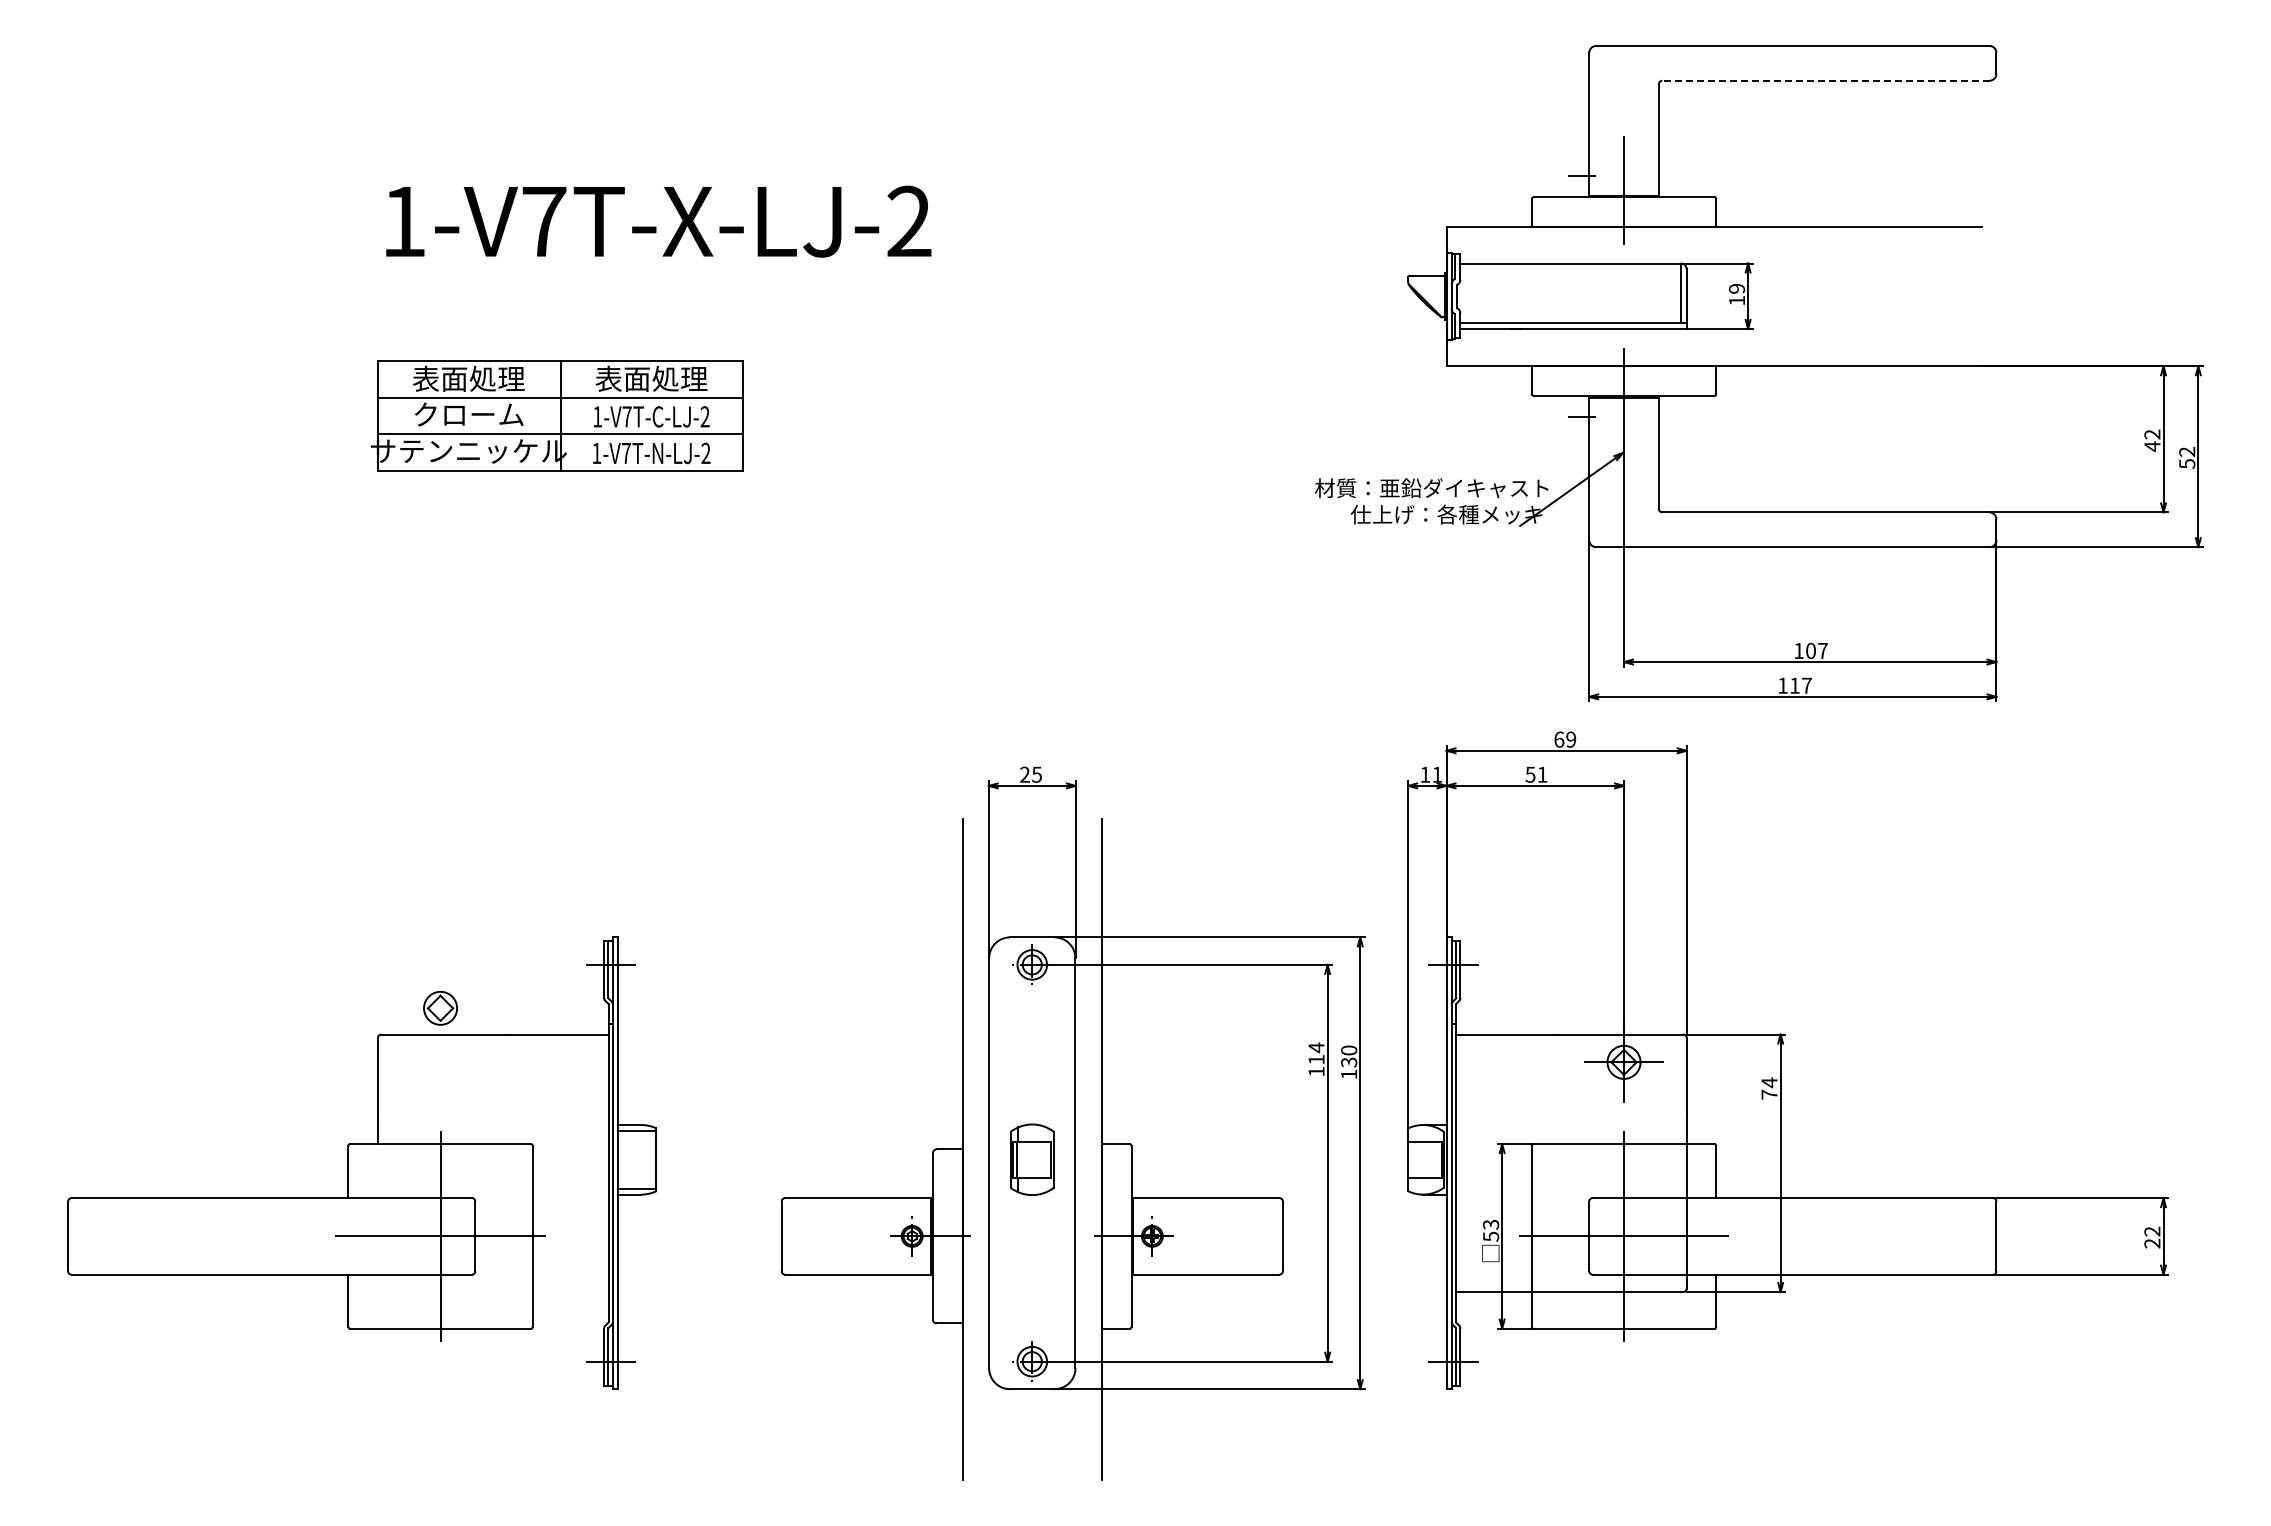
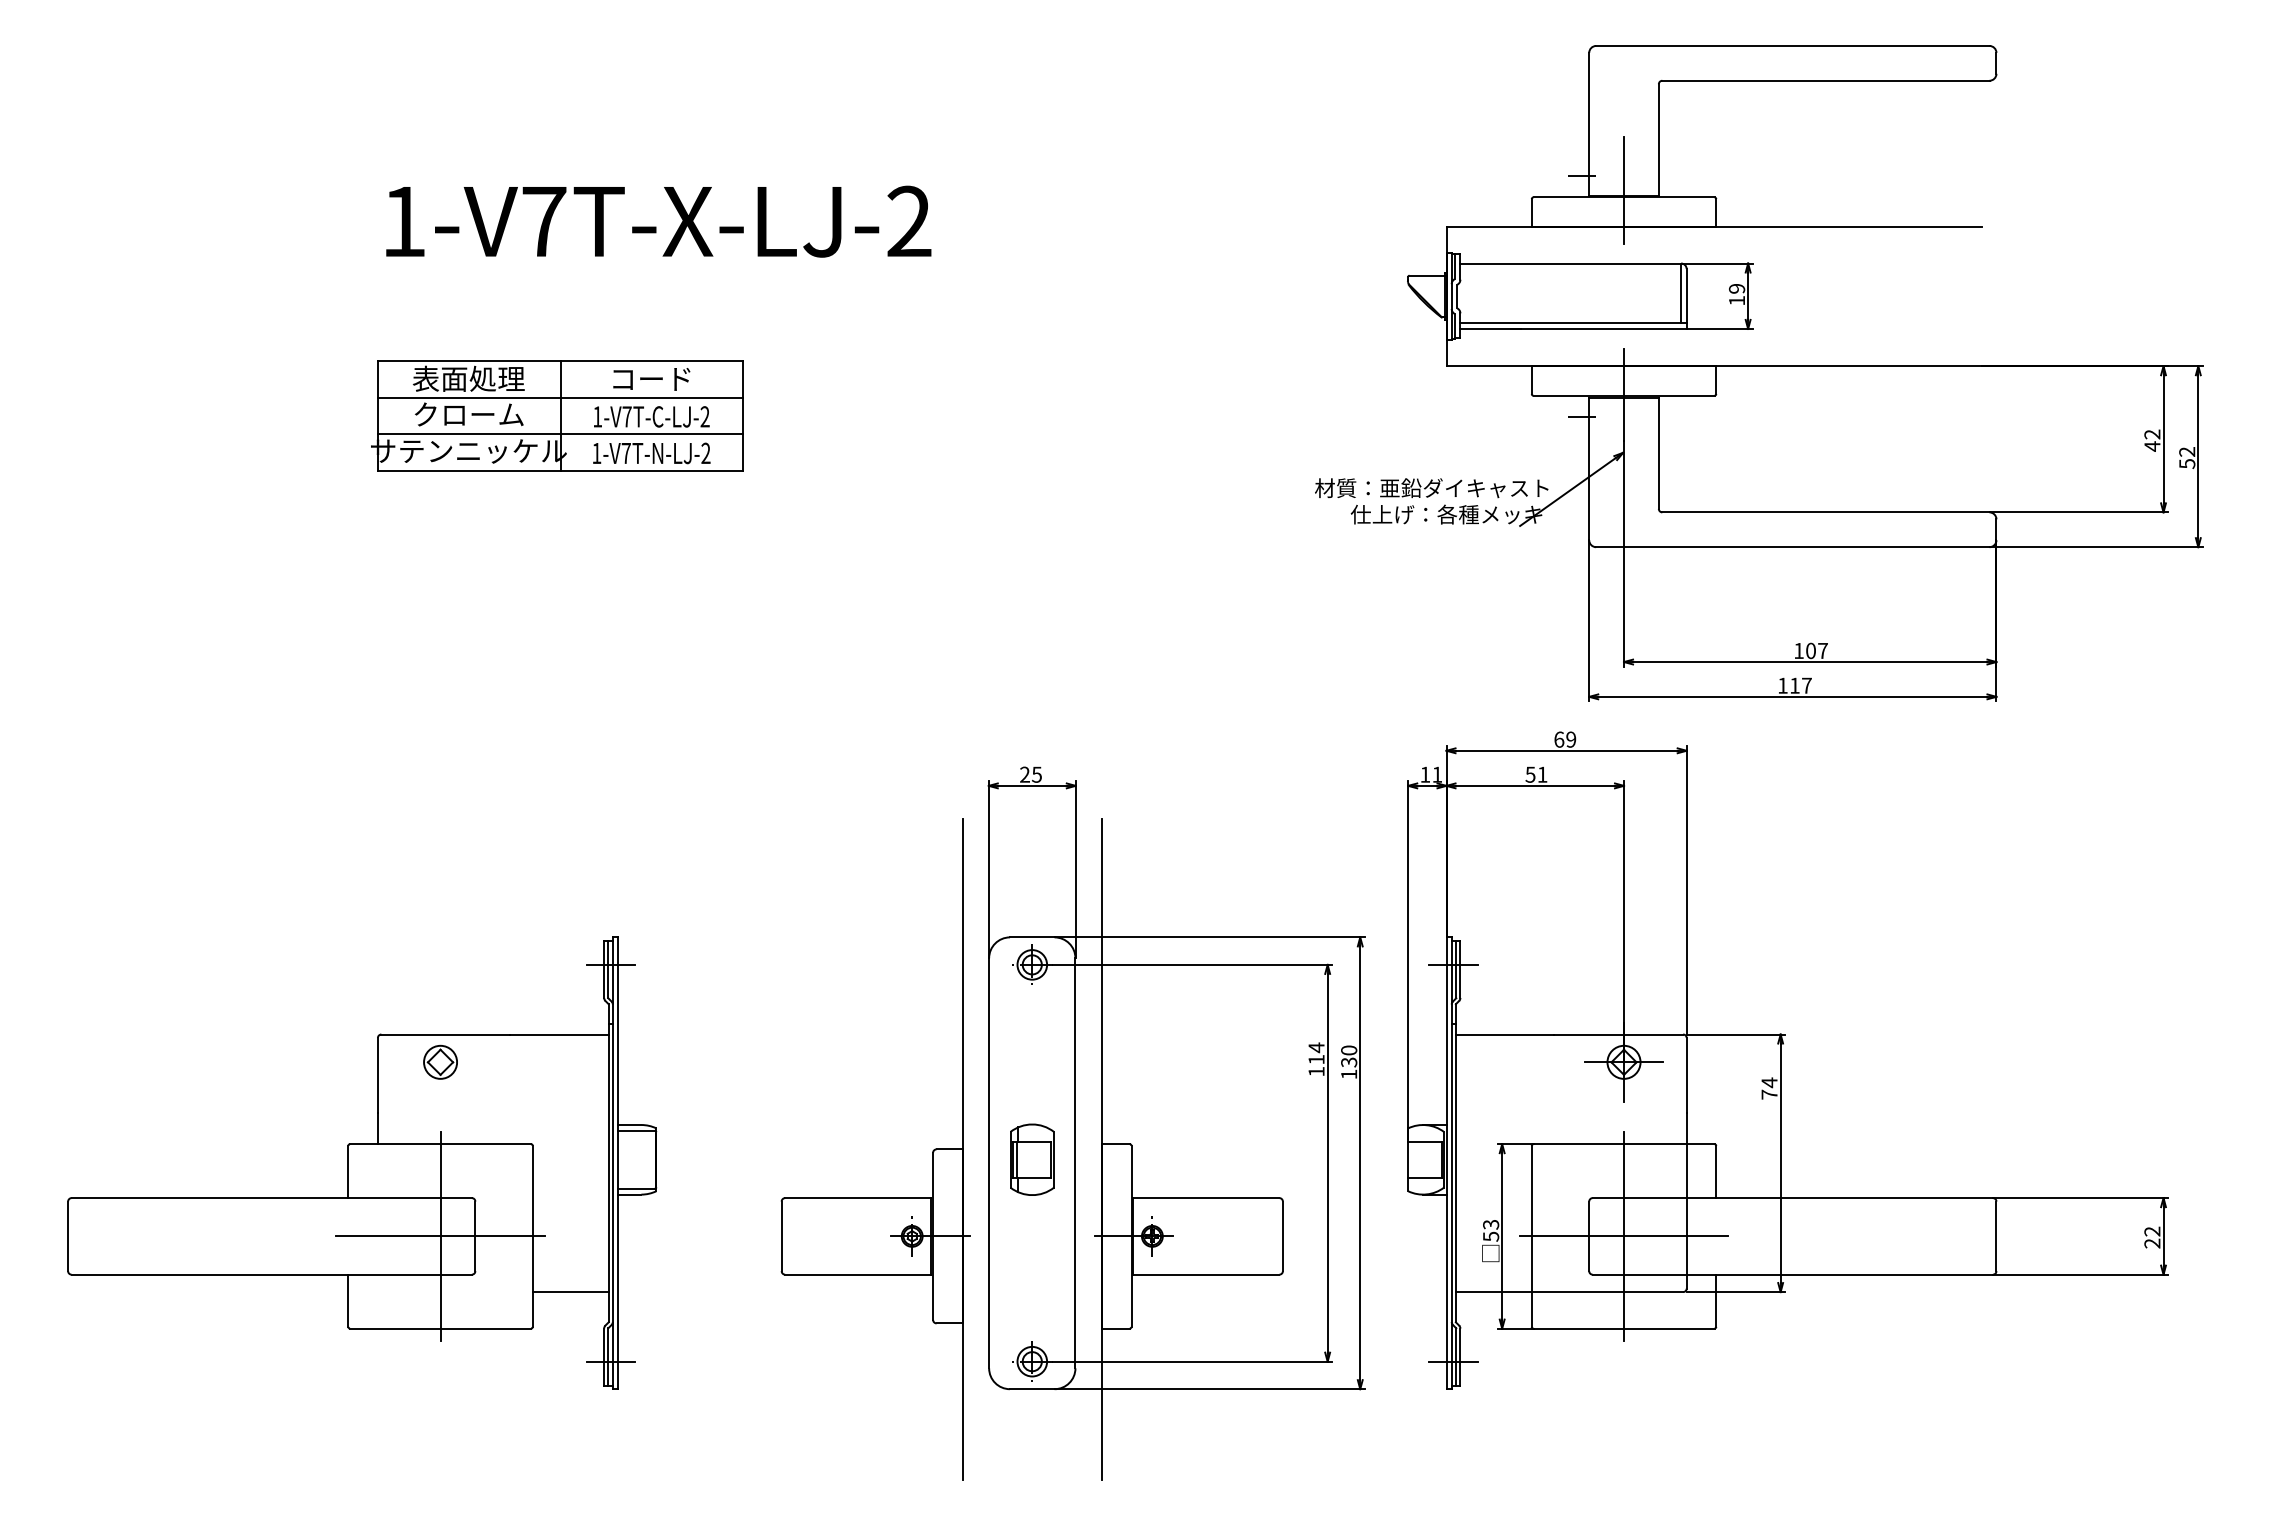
line at (1825, 80): dashed -> solid
text at (651, 378): 表面処理 -> コード
part at (440, 1007) position: (440, 1007) -> (440, 1061)
line at (570, 1292): none -> present
